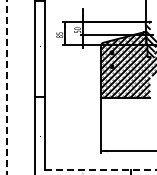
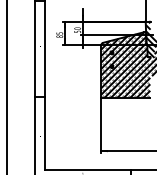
line at (6, 87): dashed -> solid
line at (100, 170): dashed -> solid
